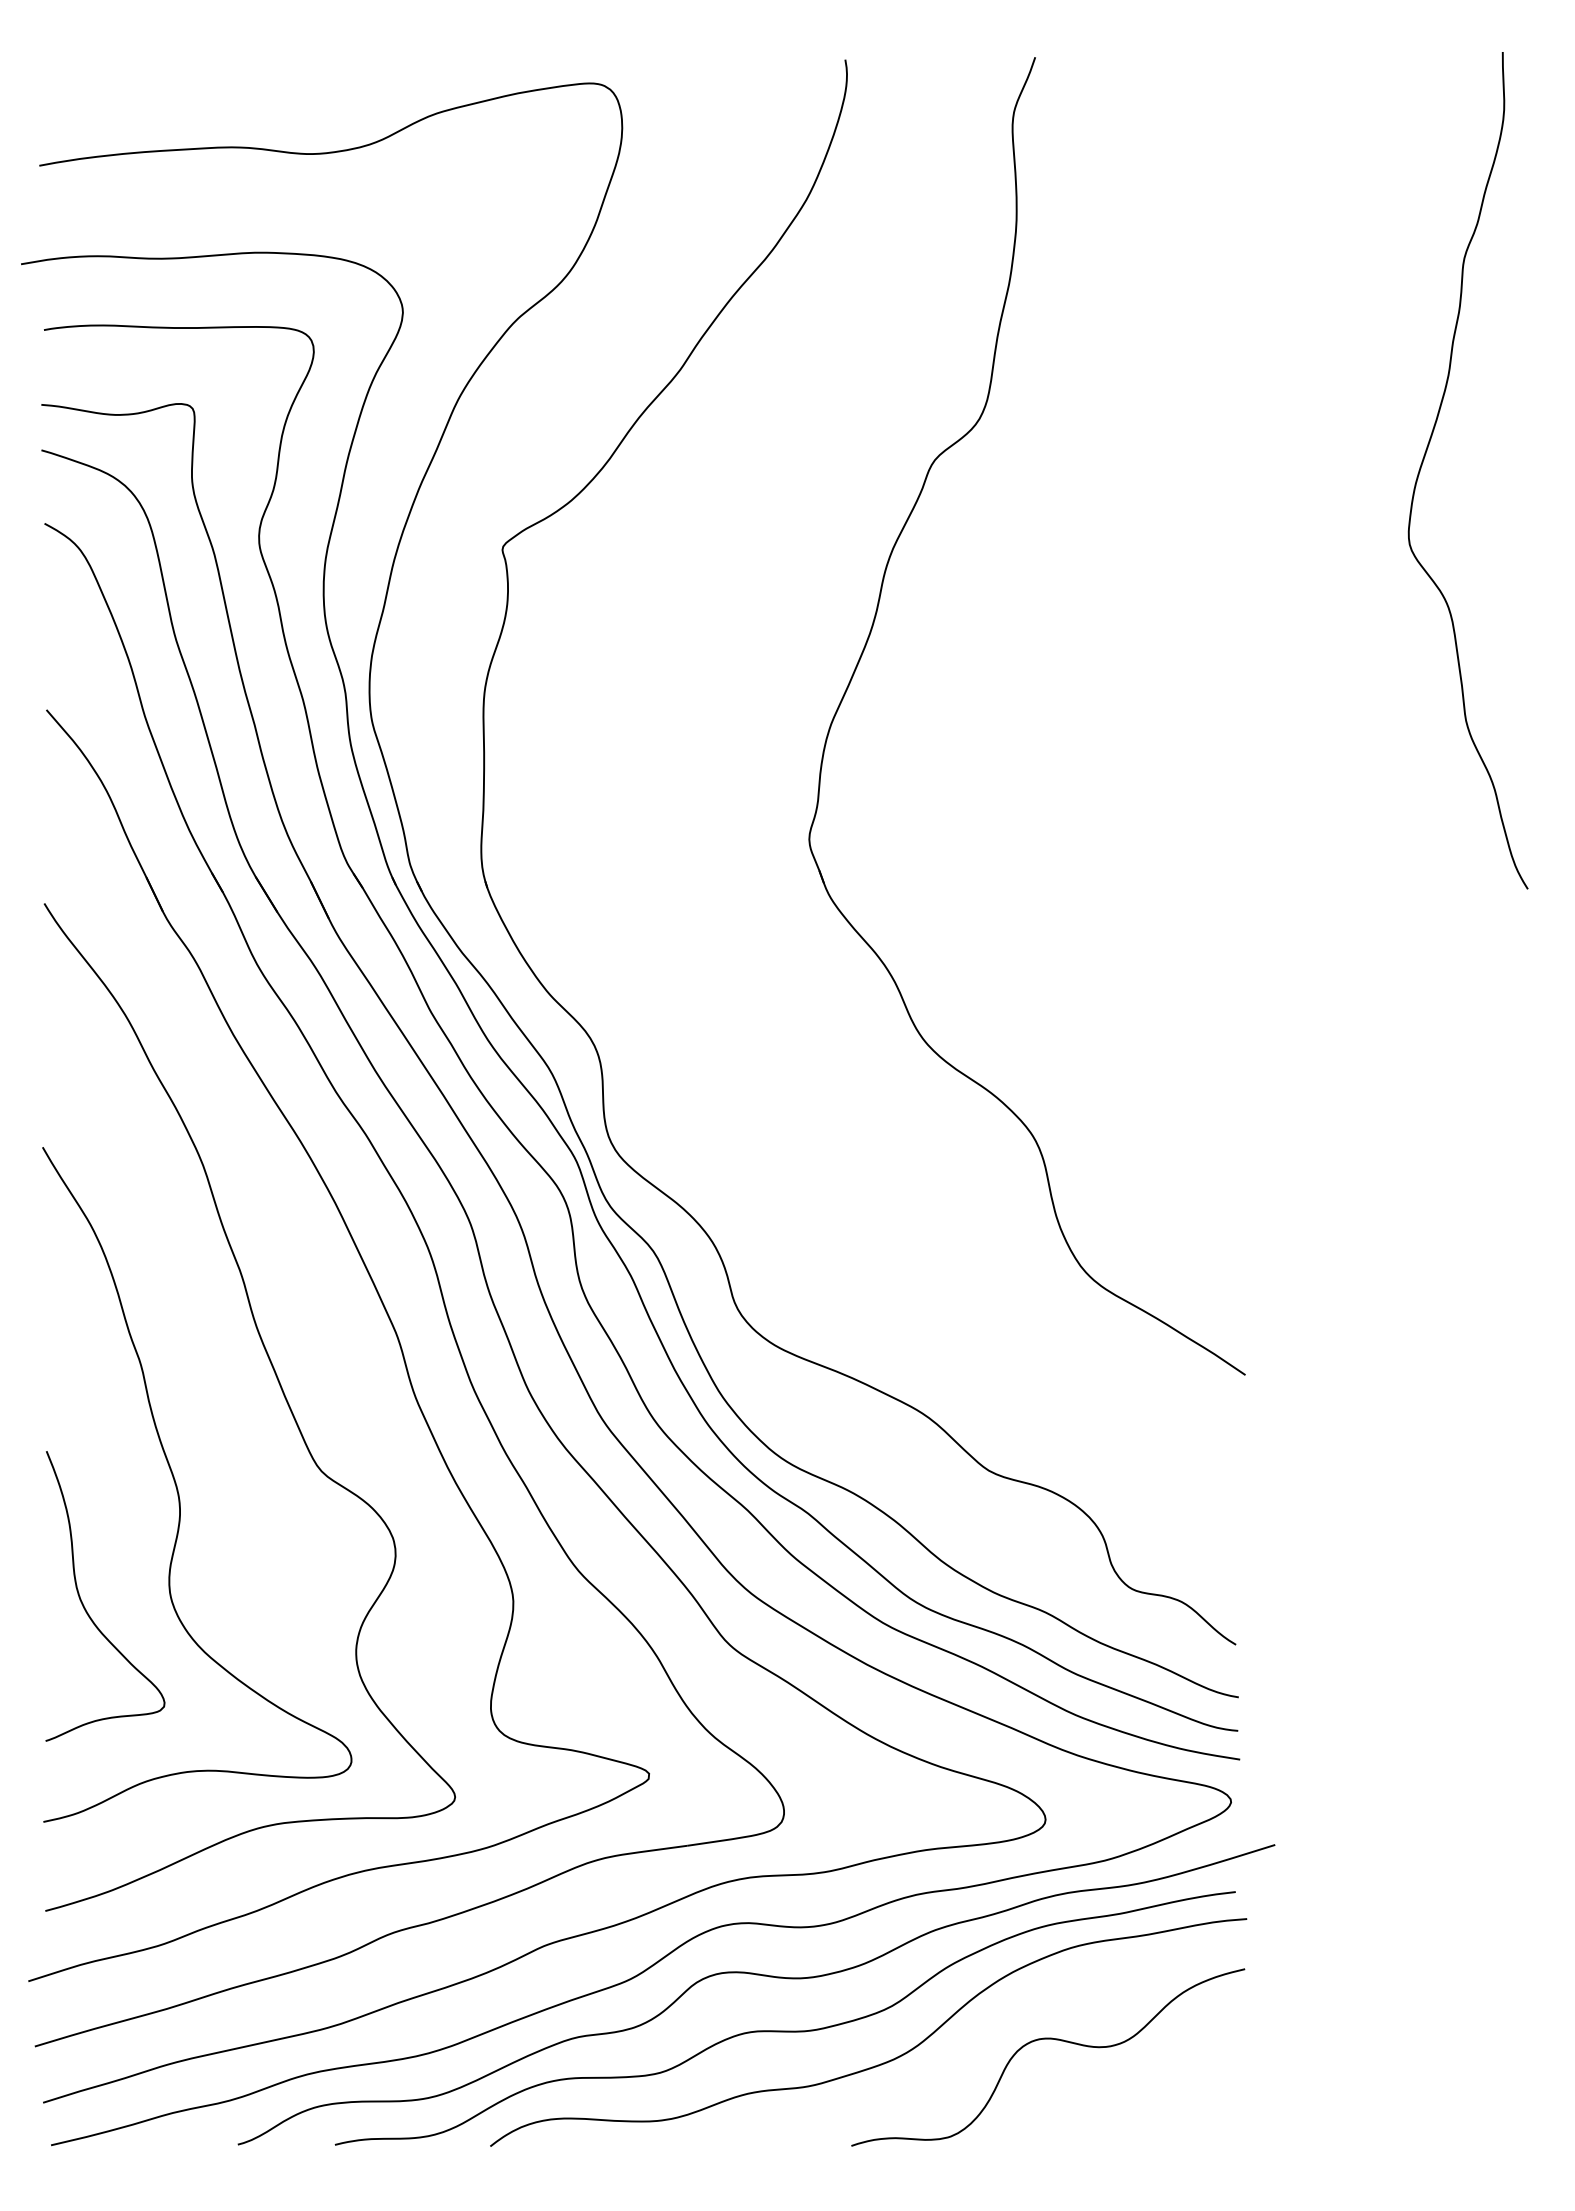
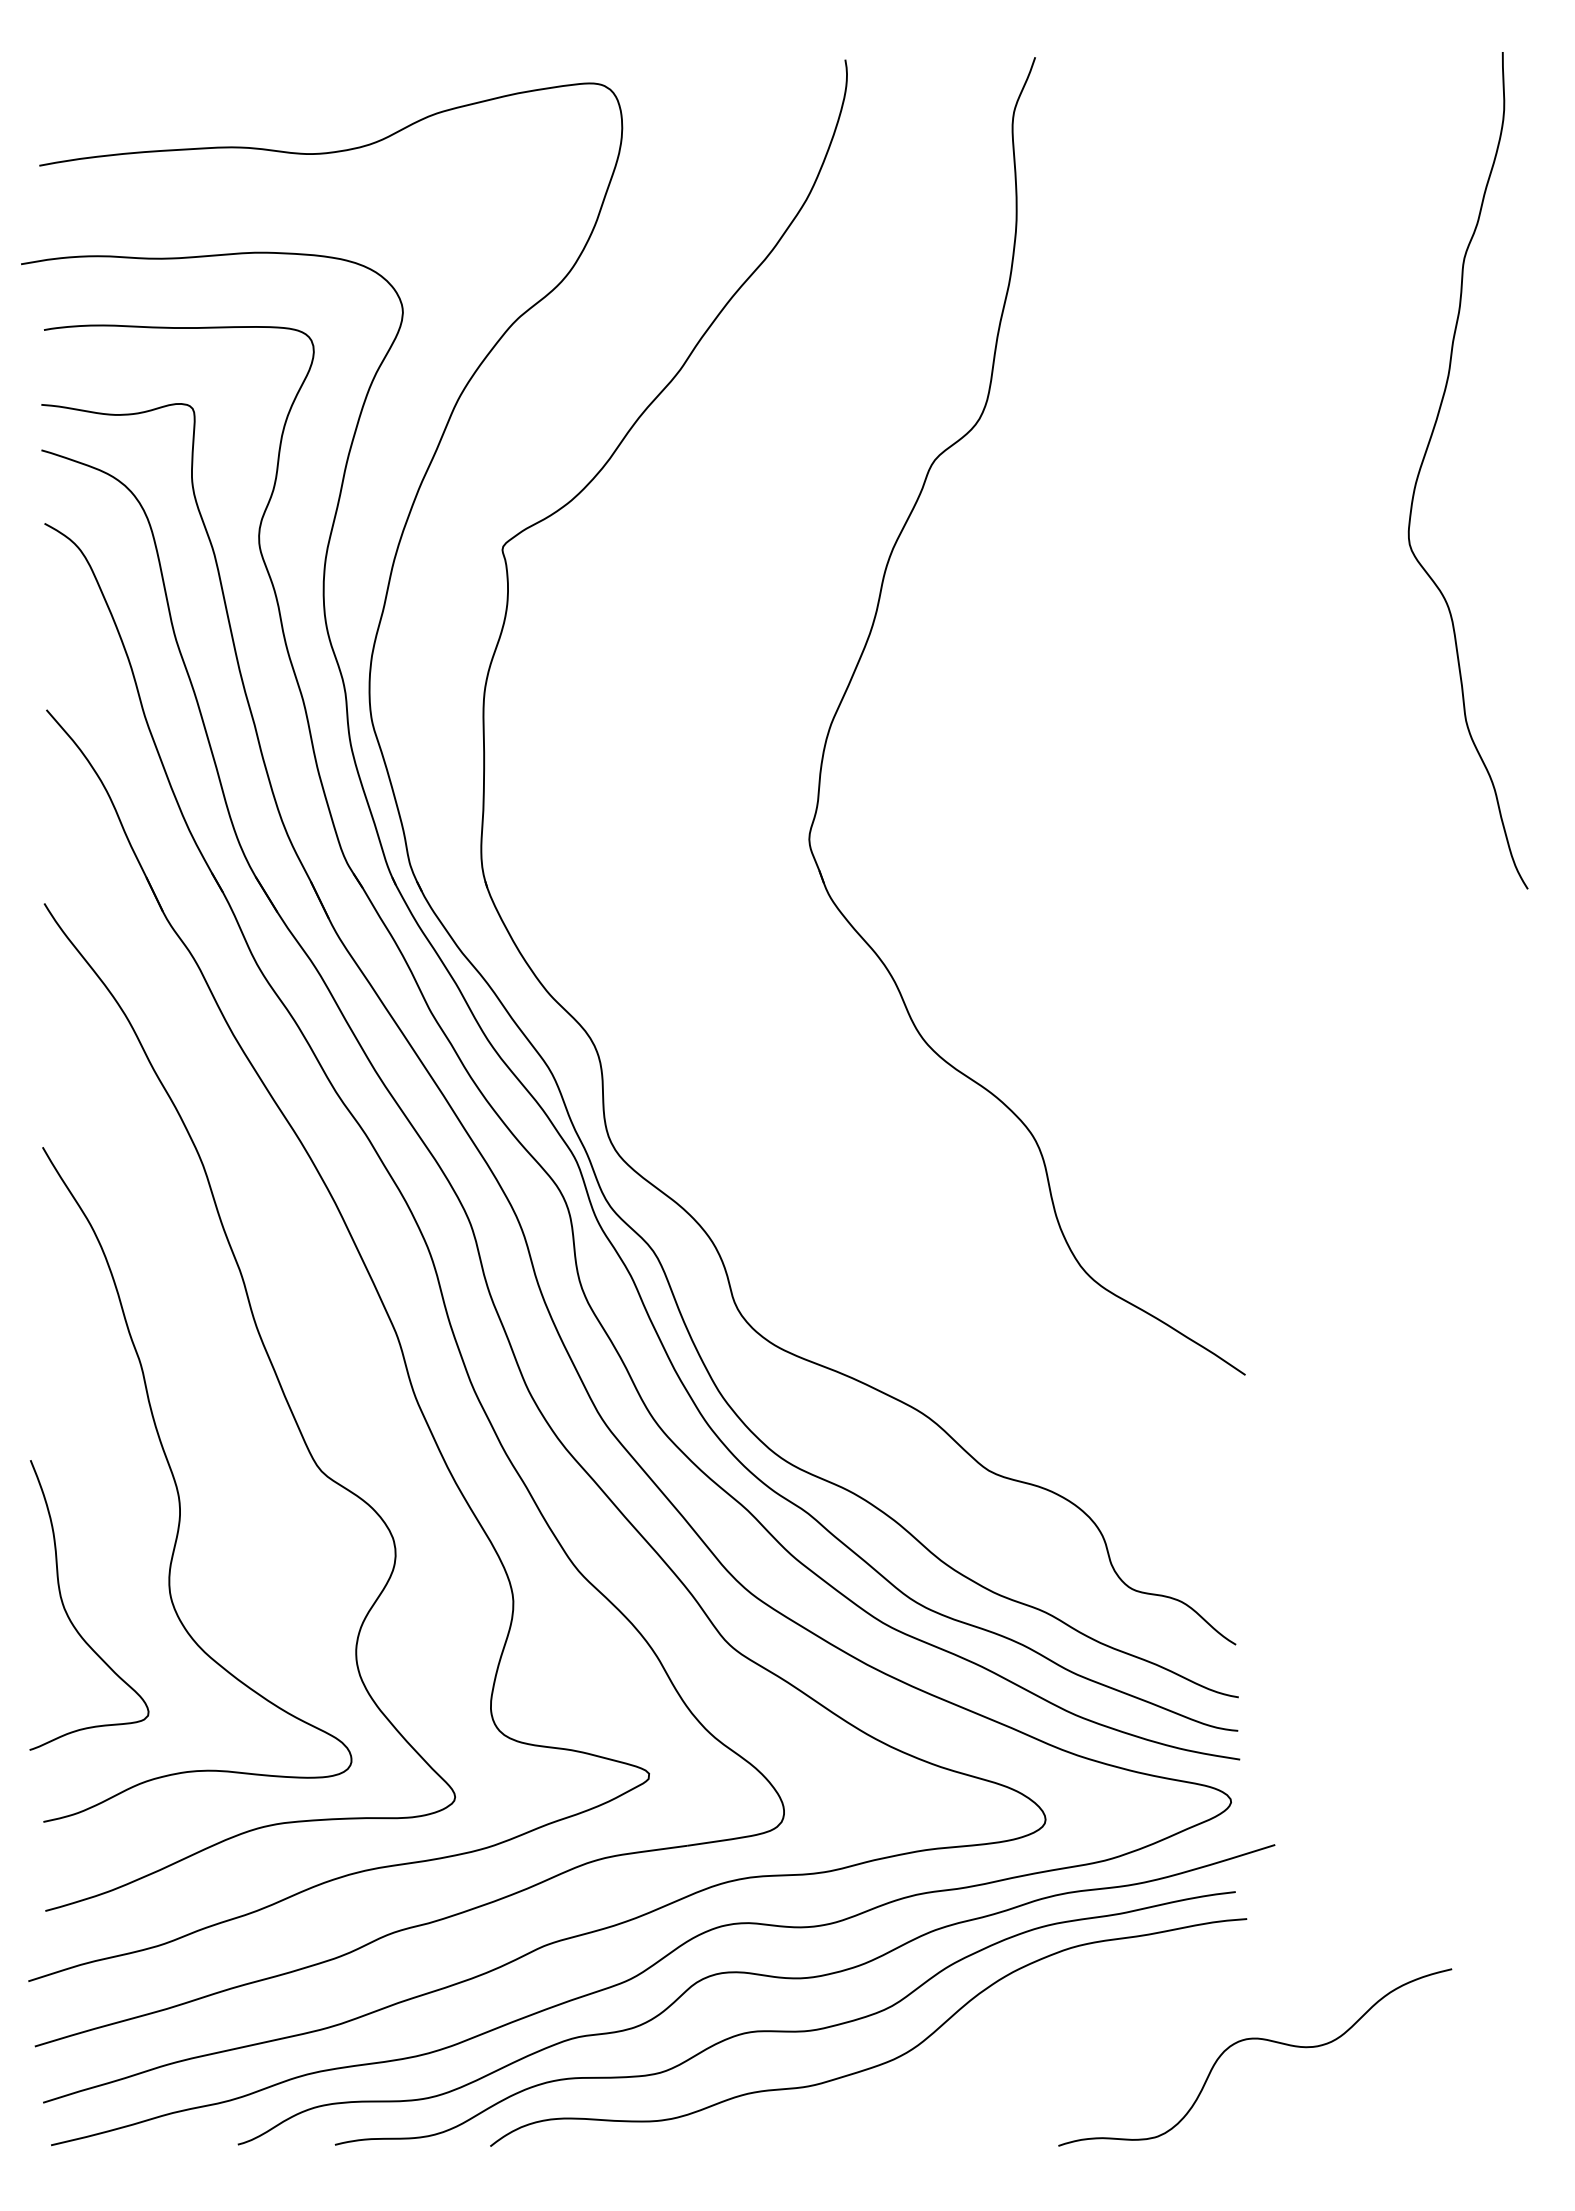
curve at (85, 1607) position: (85, 1607) -> (69, 1616)
curve at (1048, 2039) position: (1048, 2039) -> (1255, 2039)
